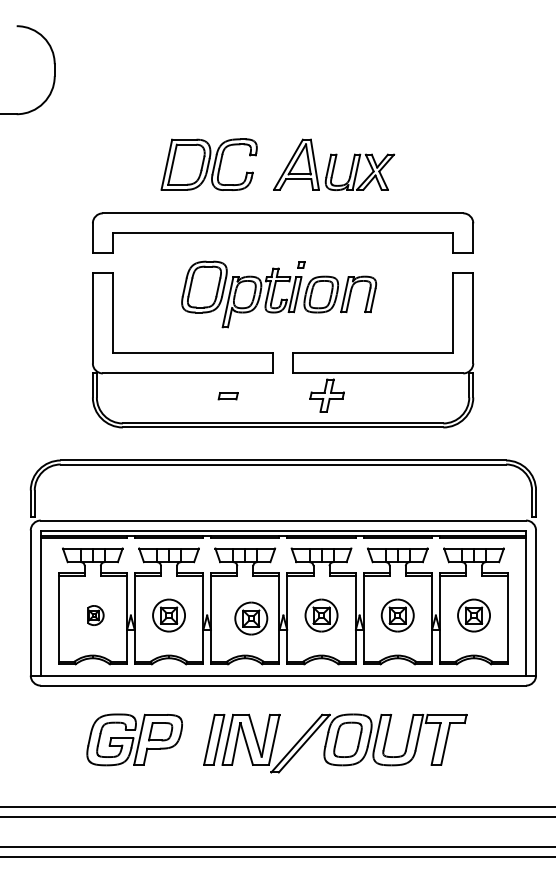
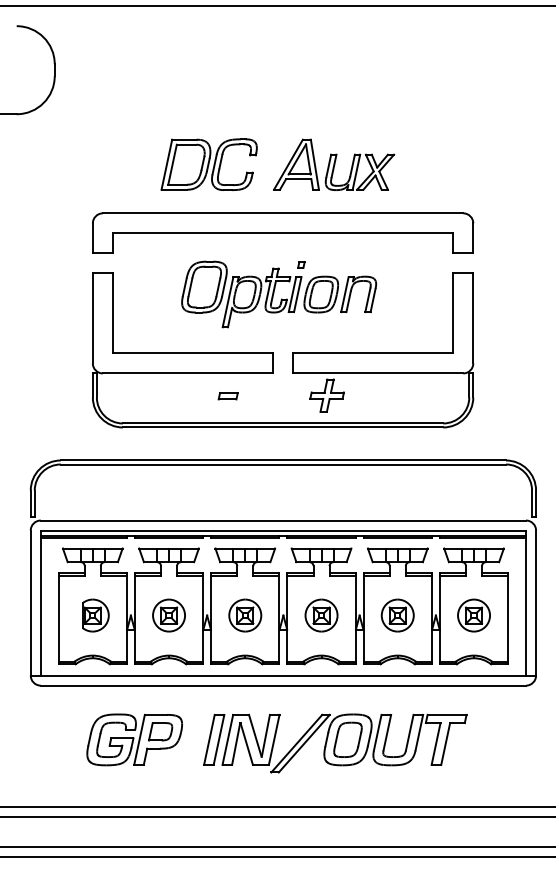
line at (277, 6): none -> present
part at (95, 615) size: 18x21 px -> 28x35 px
part at (251, 618) position: (251, 618) -> (245, 615)
